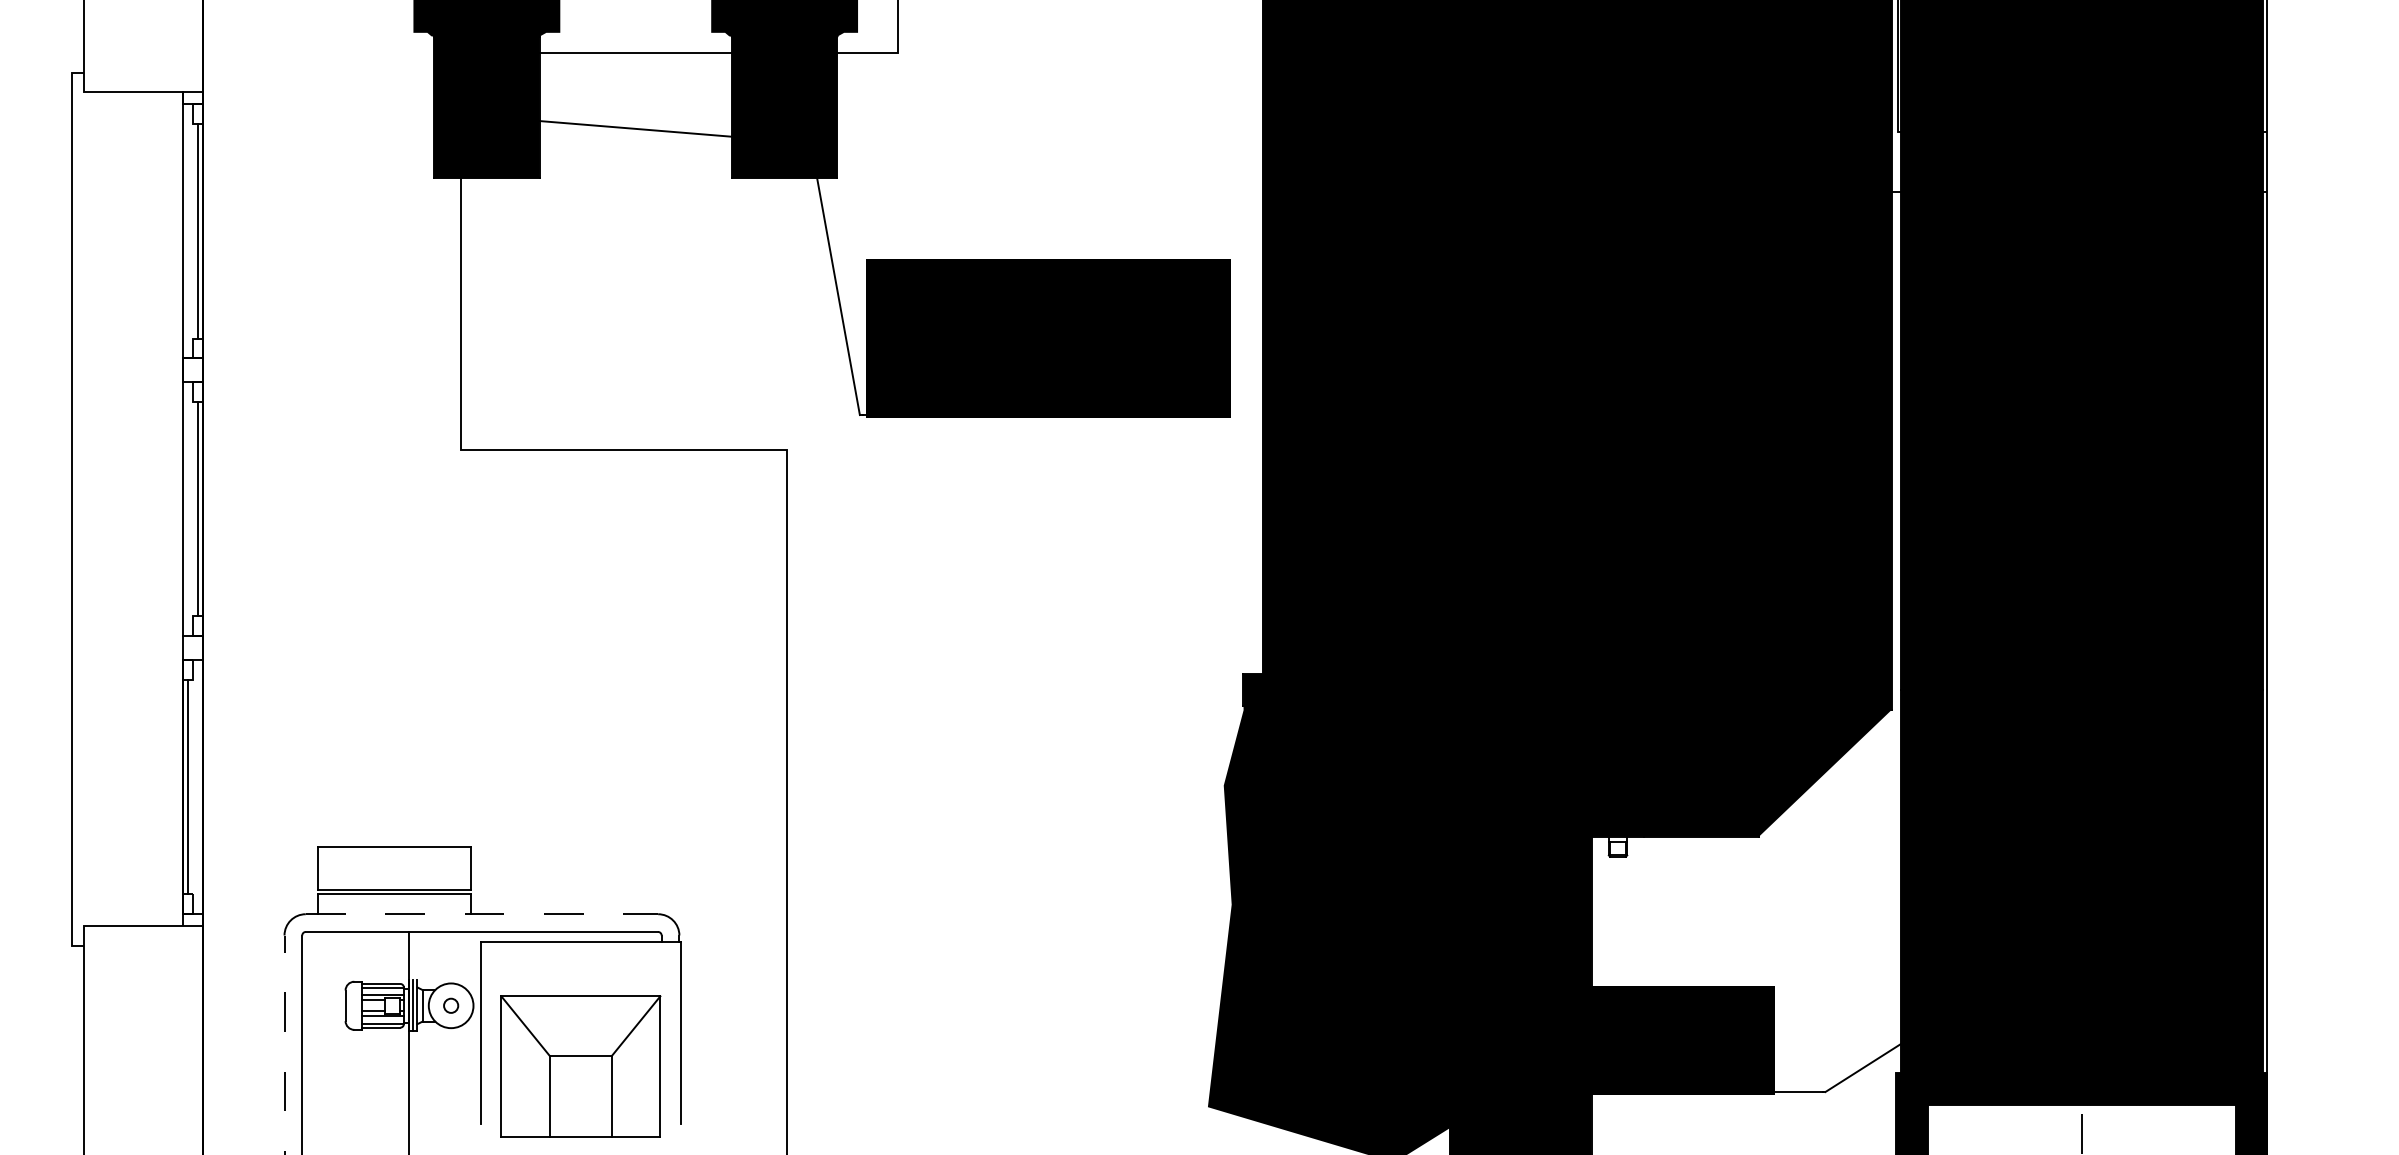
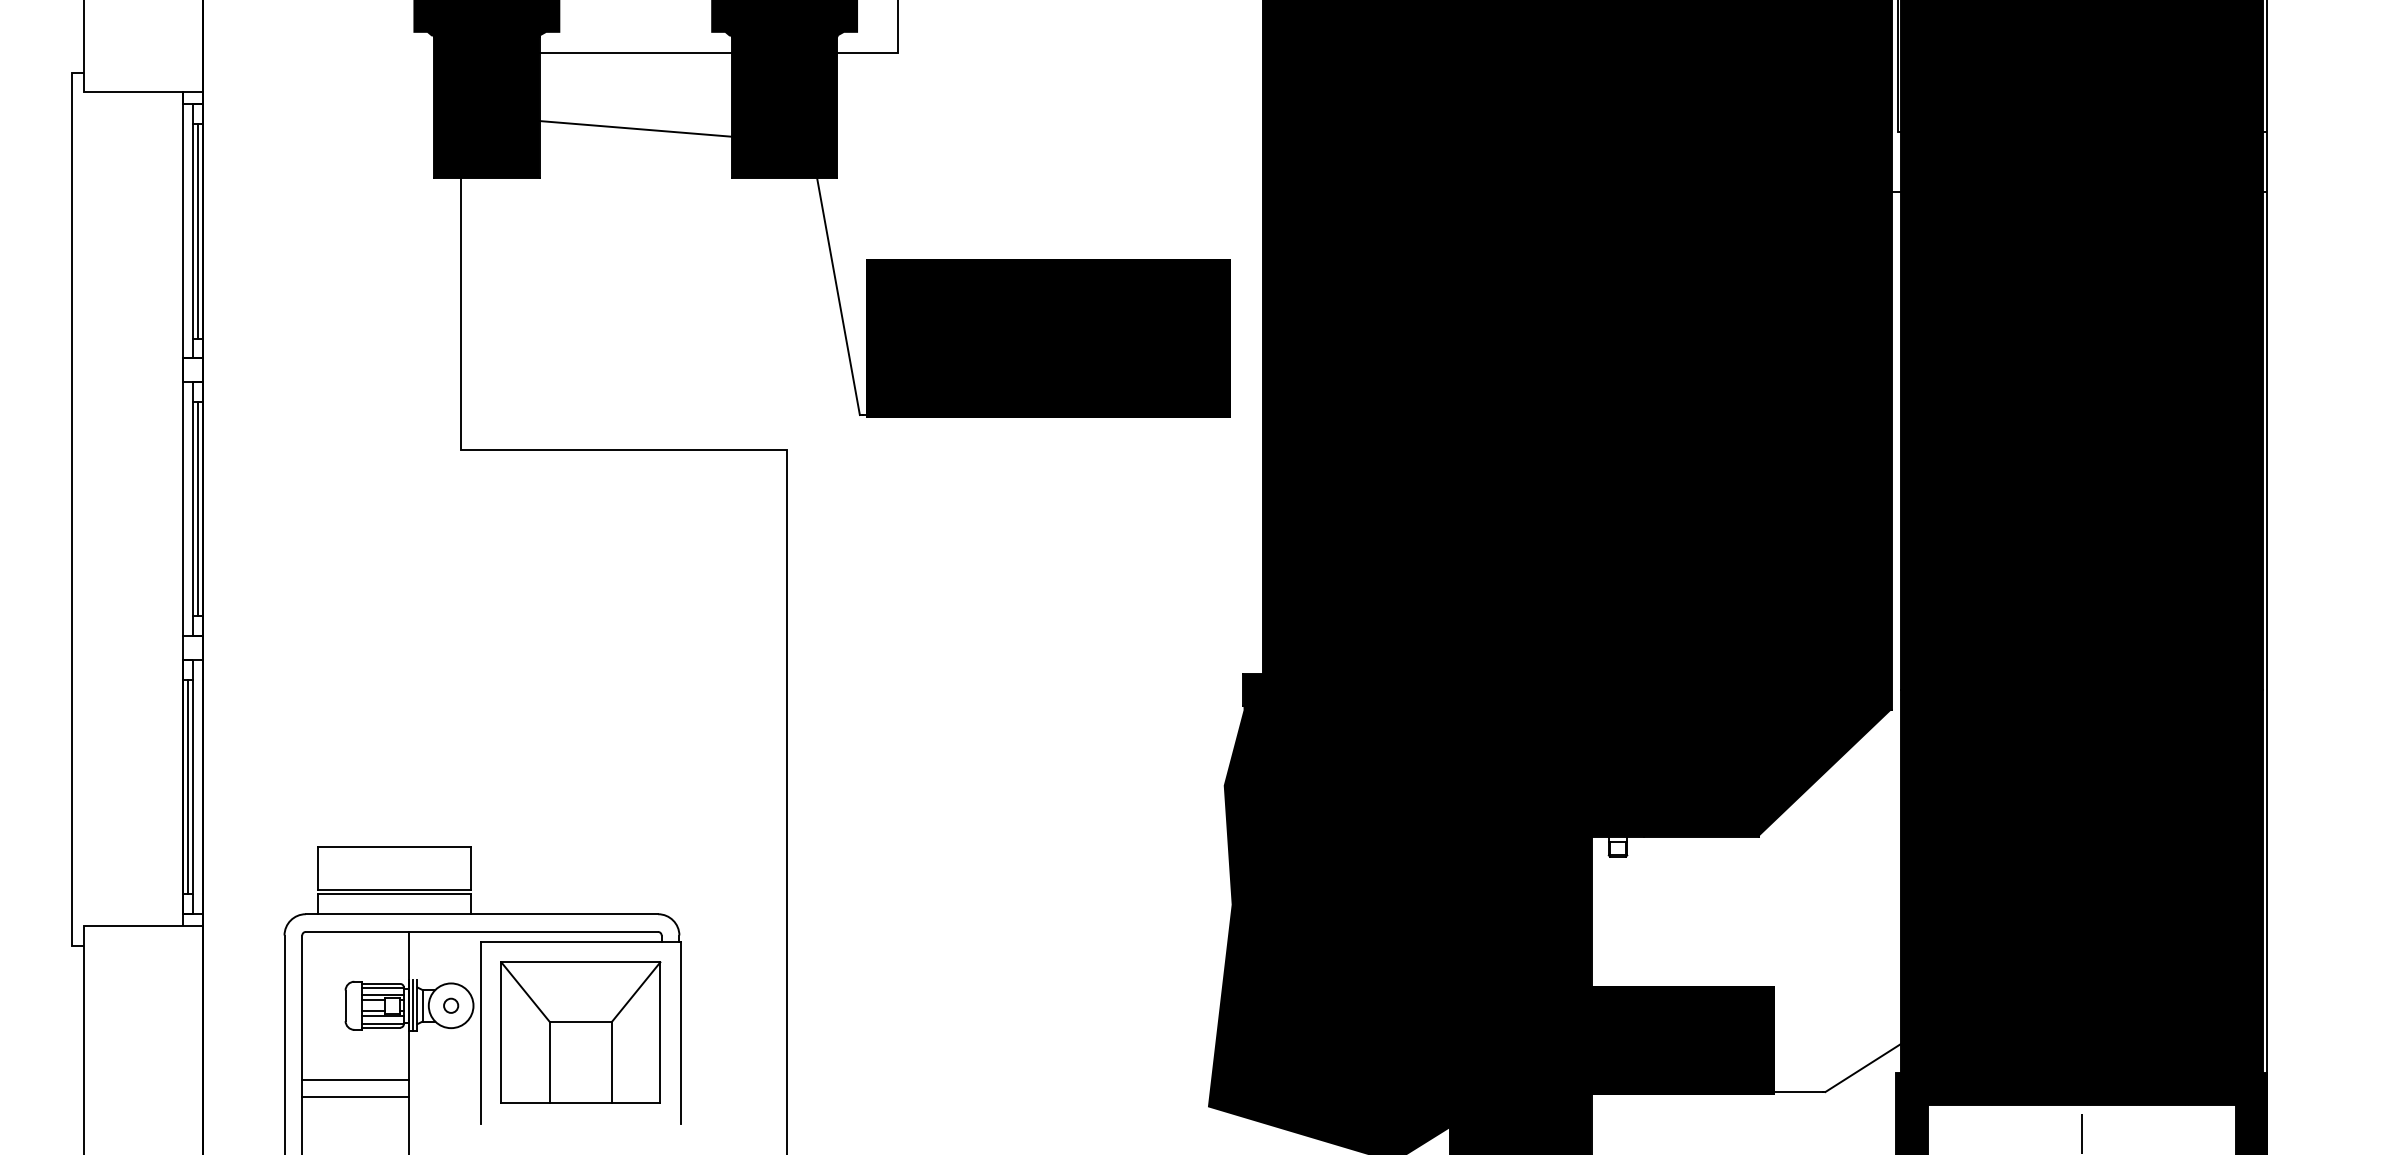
line at (193, 231): none -> present
line at (193, 509): none -> present
line at (193, 786): none -> present
line at (482, 914): dashed -> solid
line at (284, 1044): dashed -> solid
part at (580, 1066) position: (580, 1066) -> (580, 1032)
line at (355, 1079): none -> present
line at (355, 1097): none -> present
